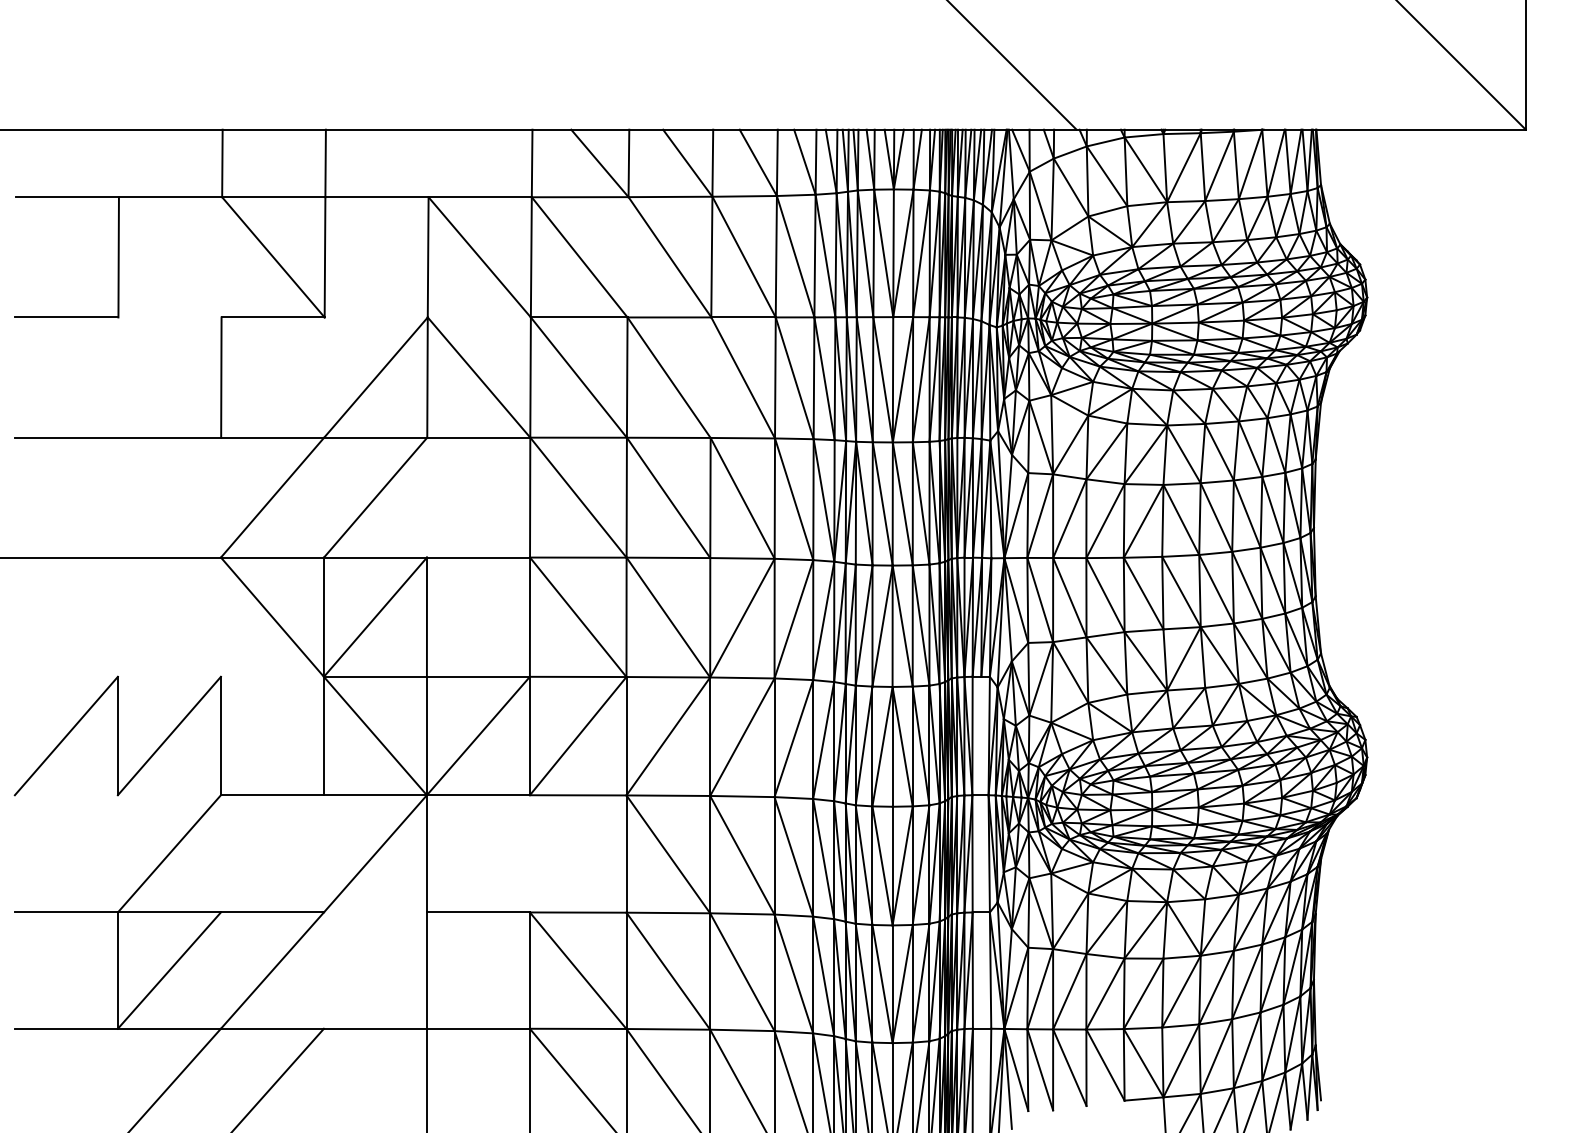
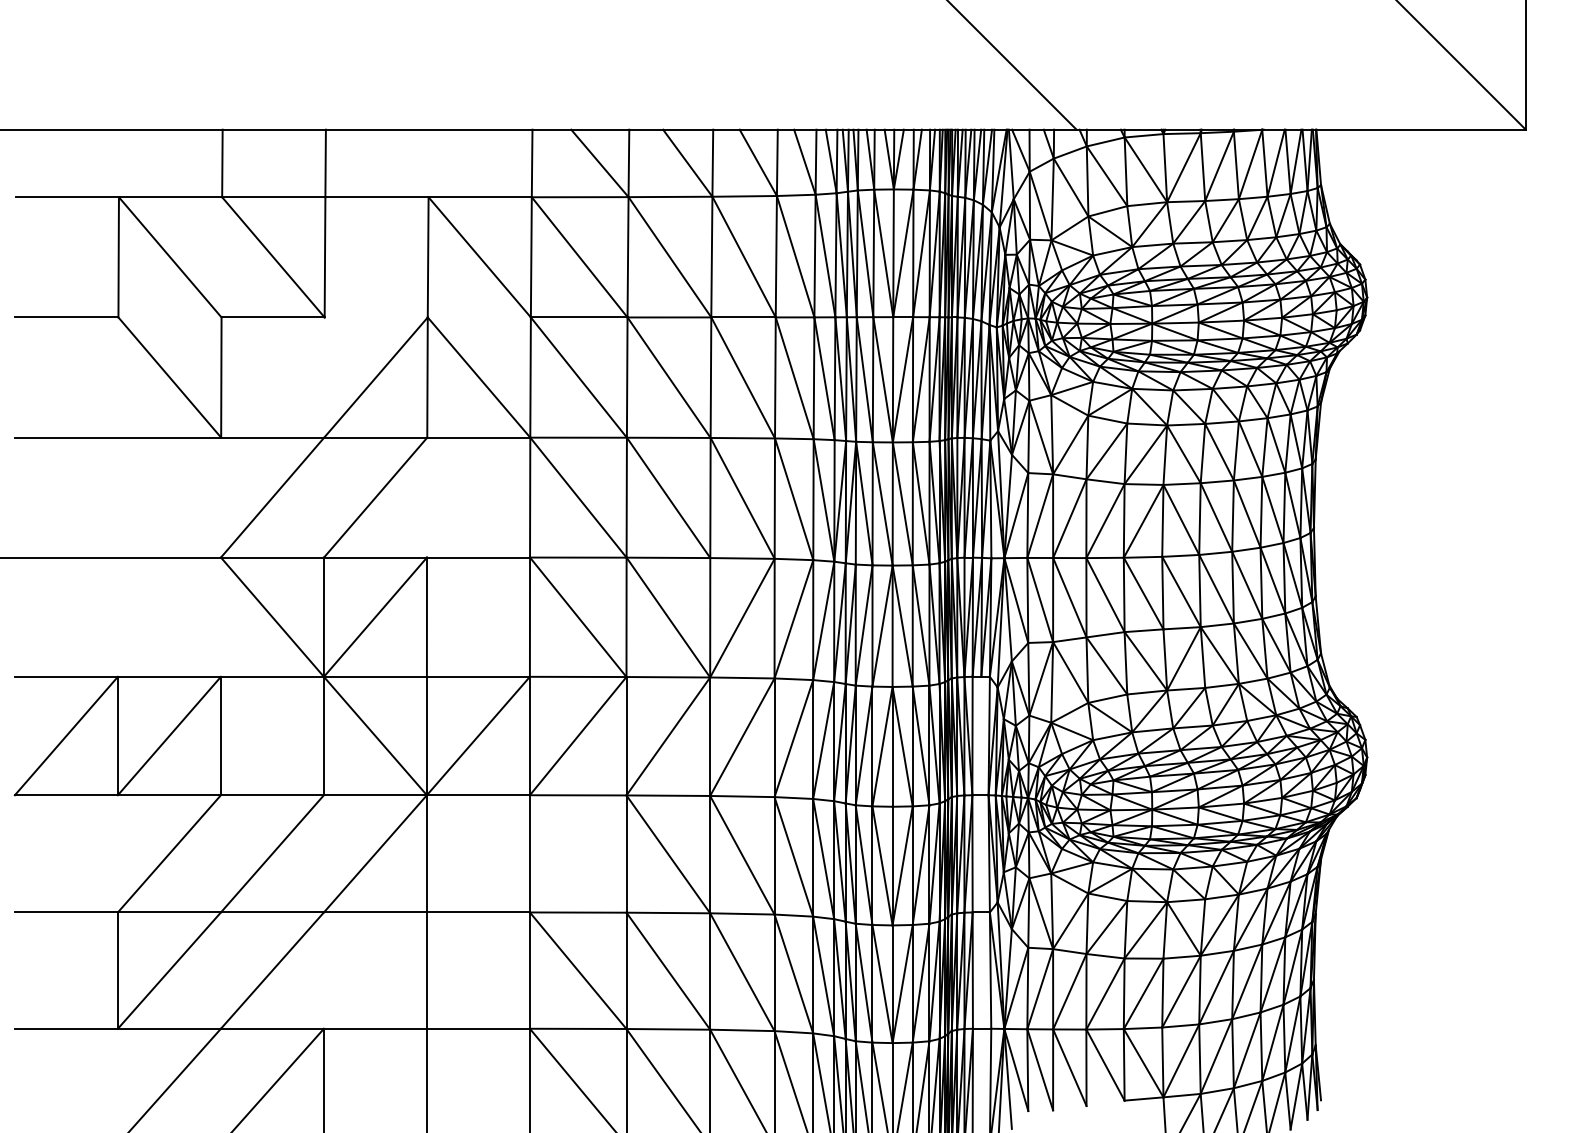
line at (169, 257): none -> present
line at (627, 257): none -> present
line at (169, 377): none -> present
line at (710, 377): none -> present
line at (168, 676): none -> present
line at (117, 795): none -> present
line at (271, 853): none -> present
line at (529, 853): none -> present
line at (374, 912): none -> present
line at (323, 1078): none -> present
